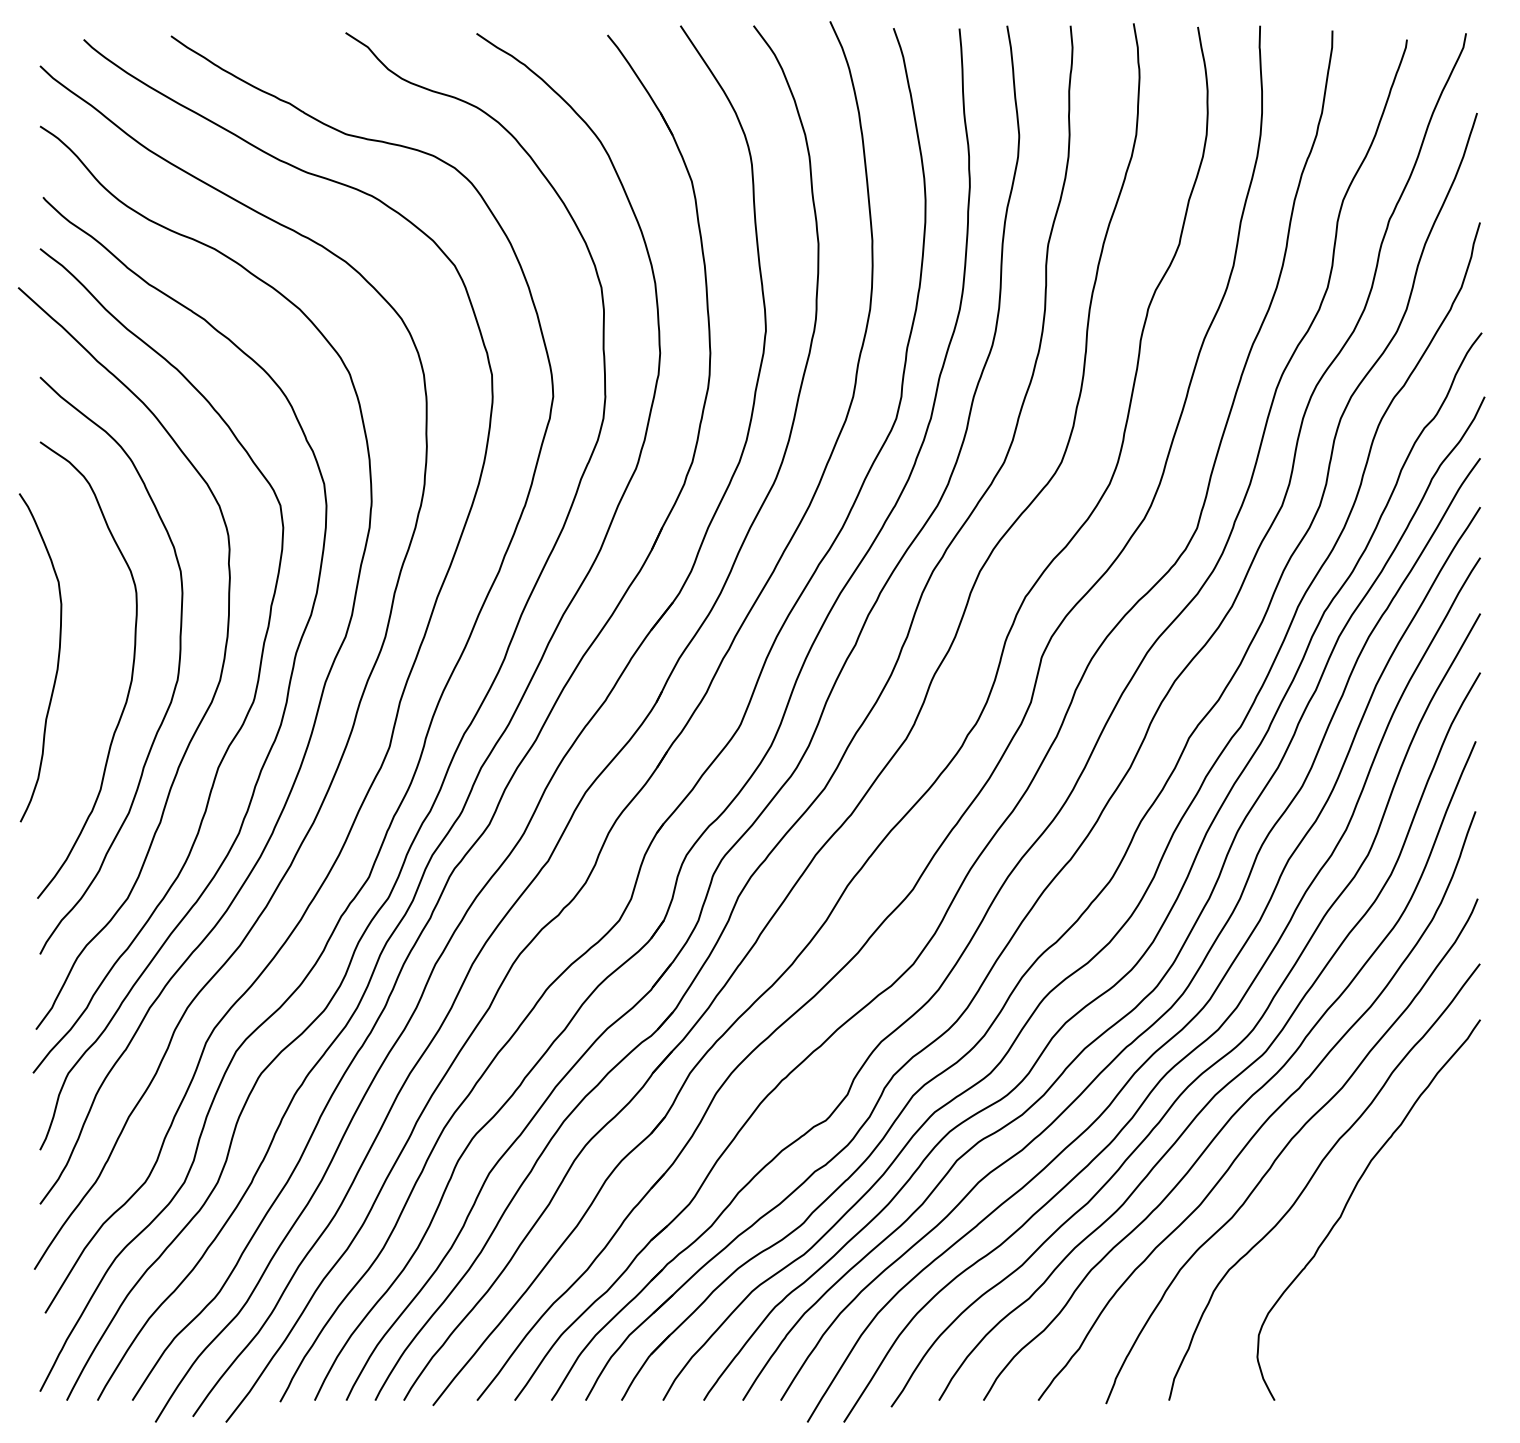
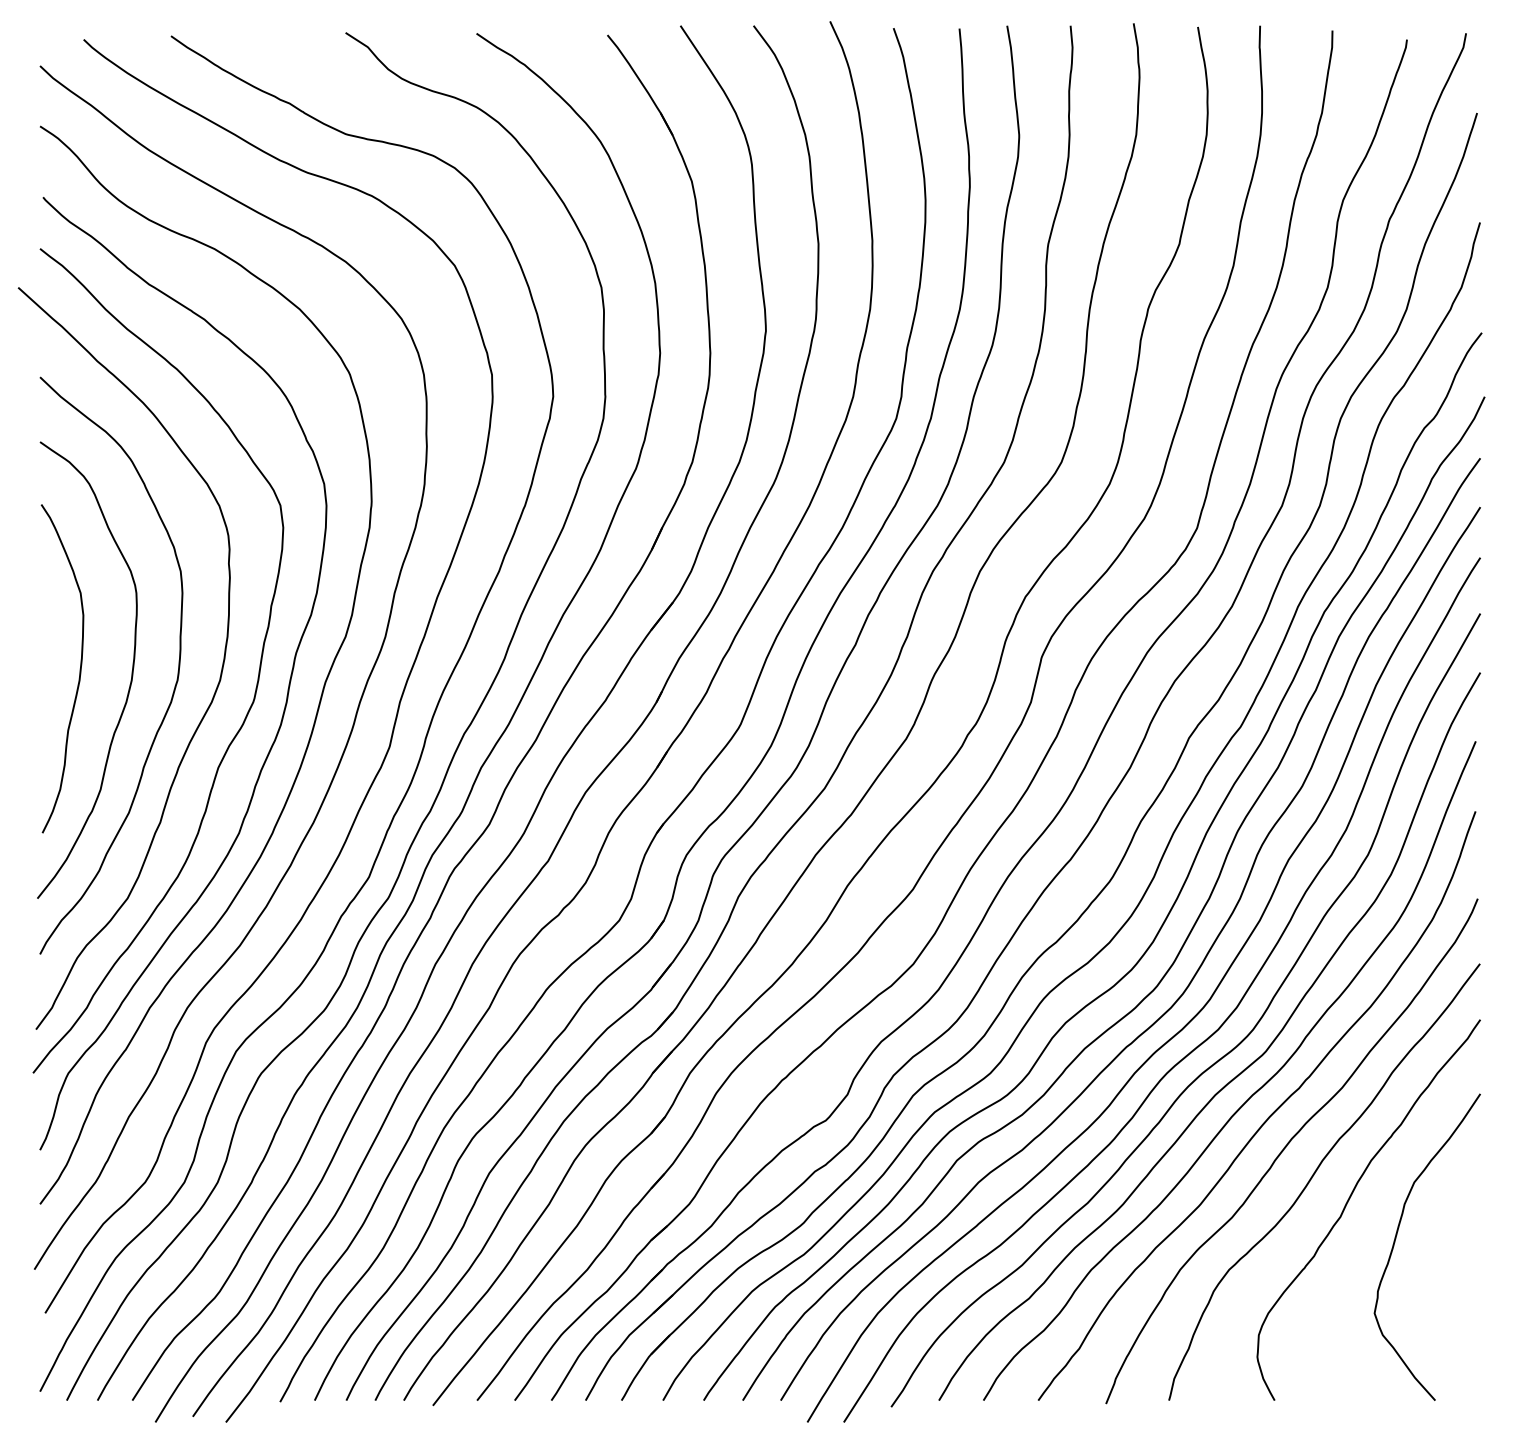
curve at (57, 657) position: (57, 657) -> (79, 668)
curve at (1397, 1235): none -> present
